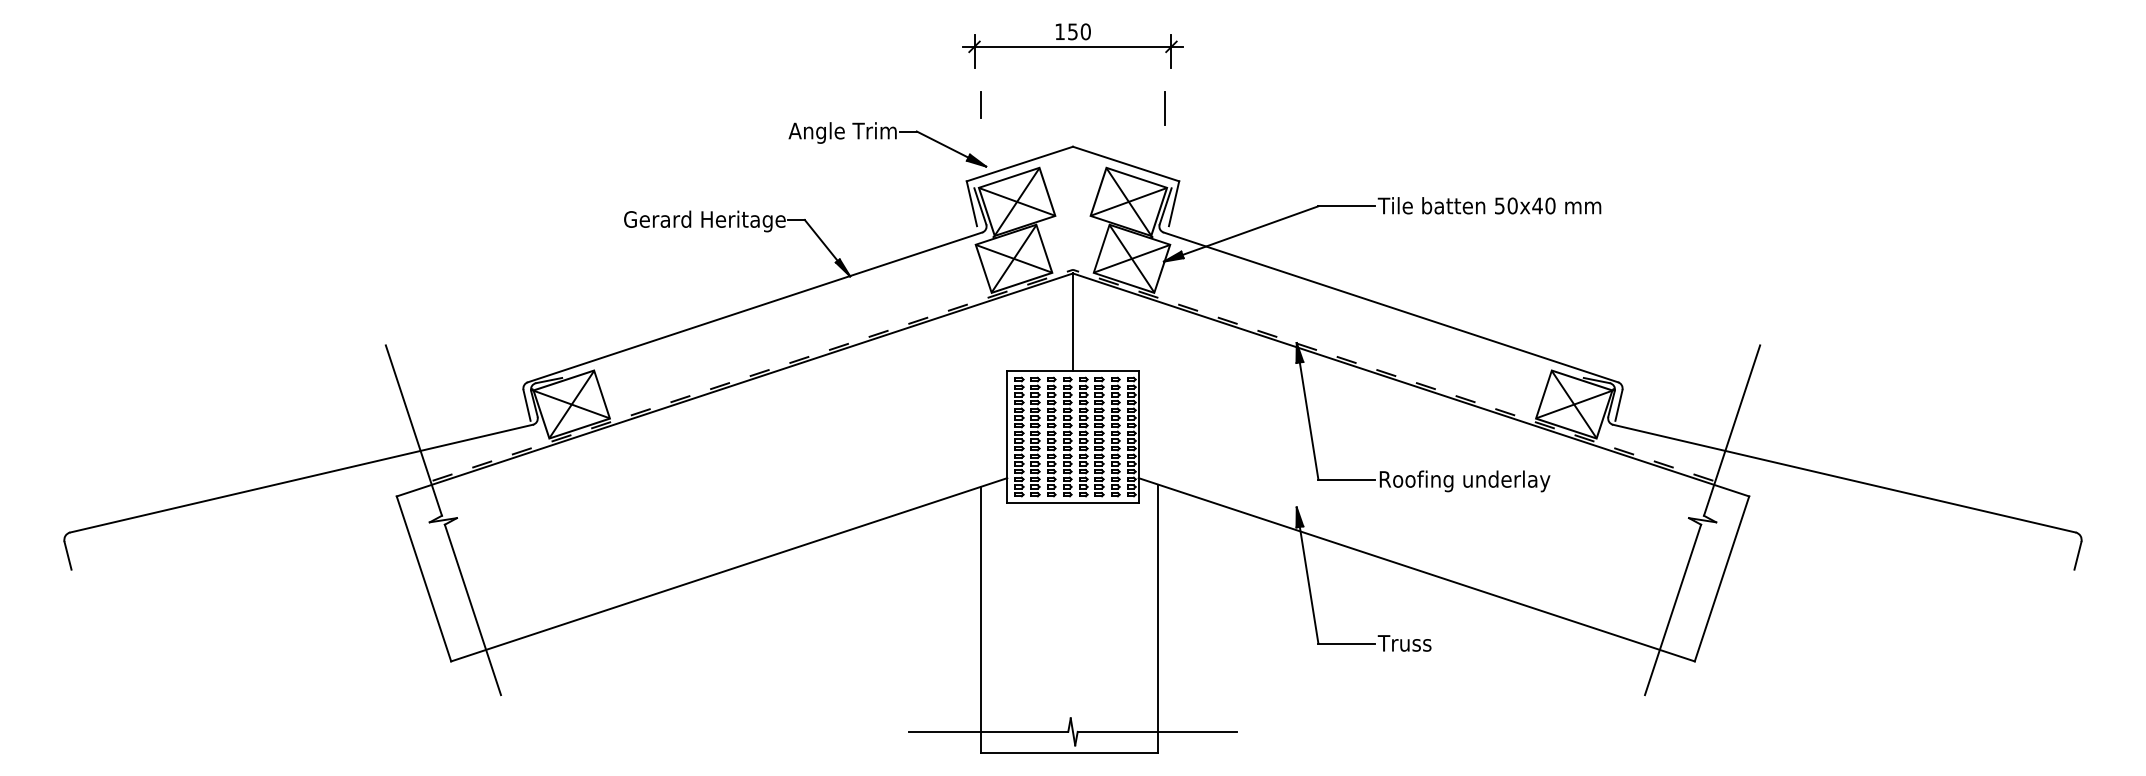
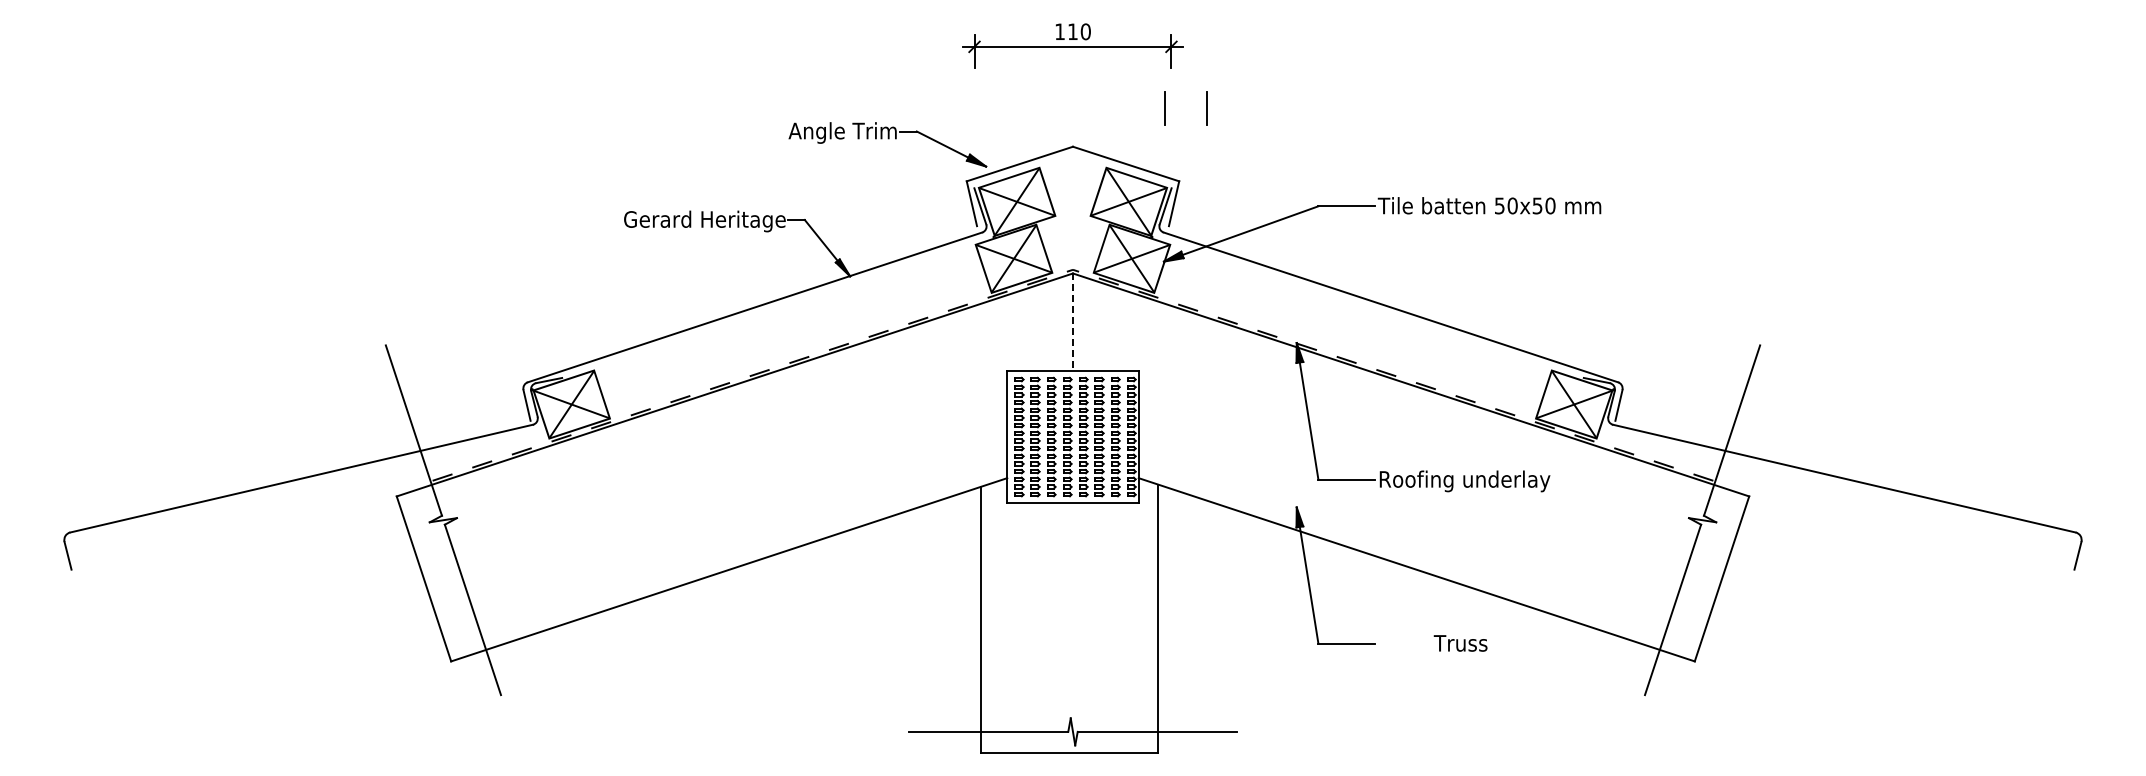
text at (1072, 31): 150 -> 110
line at (980, 105): present -> none
line at (1206, 108): none -> present
text at (1537, 205): 50x40 -> 50x50
line at (1073, 322): solid -> dashed
text at (1404, 643) position: (1404, 643) -> (1460, 643)
